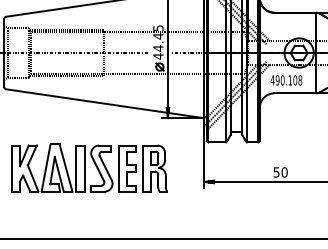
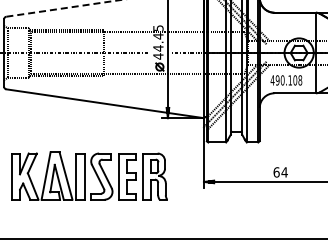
line at (63, 8): solid -> dashed
part at (89, 167) position: (89, 167) -> (89, 175)
text at (280, 172): 50 -> 64
